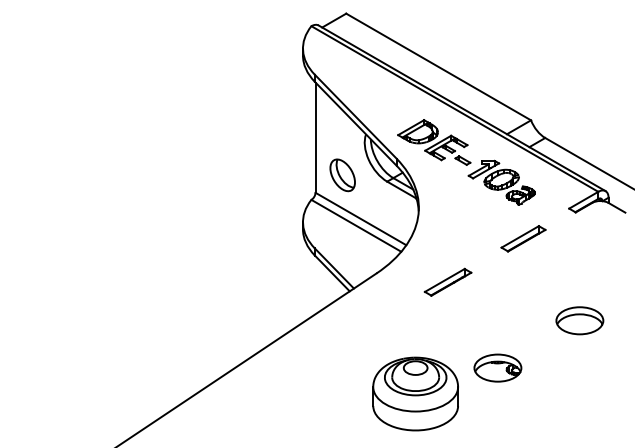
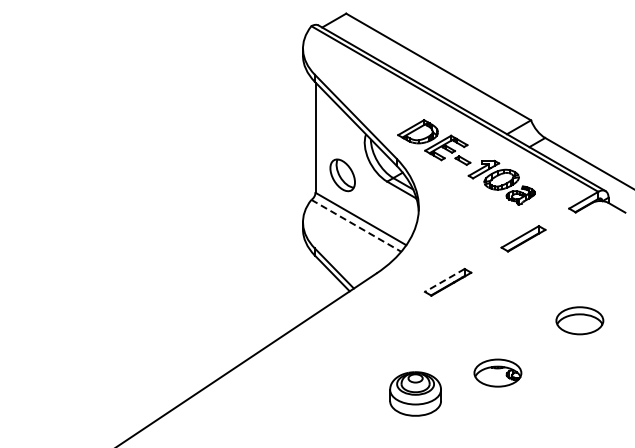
line at (356, 225): solid -> dashed
line at (444, 280): solid -> dashed
part at (497, 367) position: (497, 367) -> (497, 372)
part at (415, 393) size: 87x76 px -> 53x46 px
